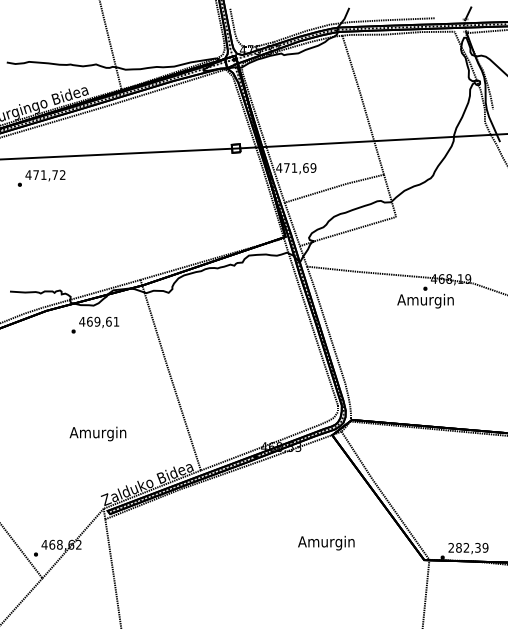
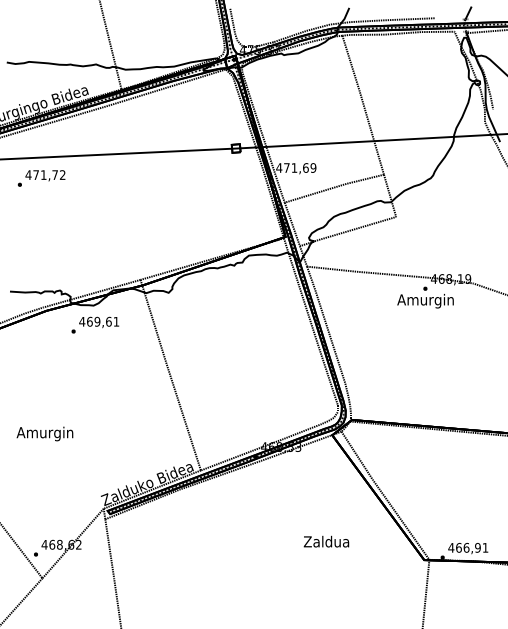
text at (97, 433) position: (97, 433) -> (44, 433)
text at (326, 542): Amurgin -> Zaldua
text at (468, 547): 282,39 -> 466,91
